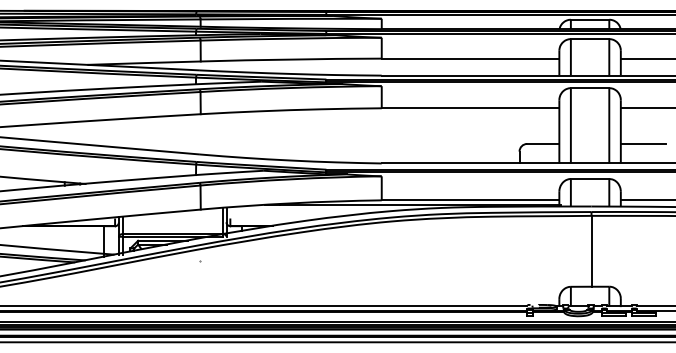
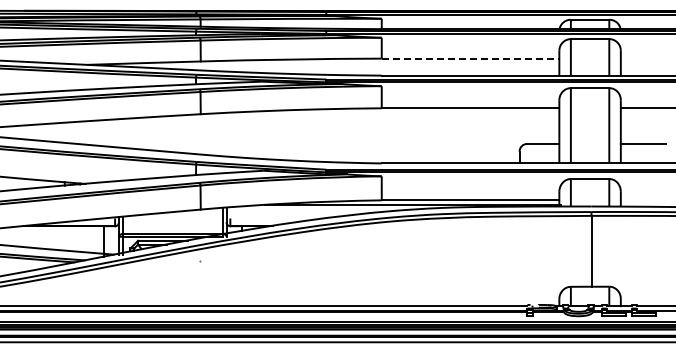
line at (470, 58): solid -> dashed
line at (645, 58): present -> none
line at (645, 200): present -> none
